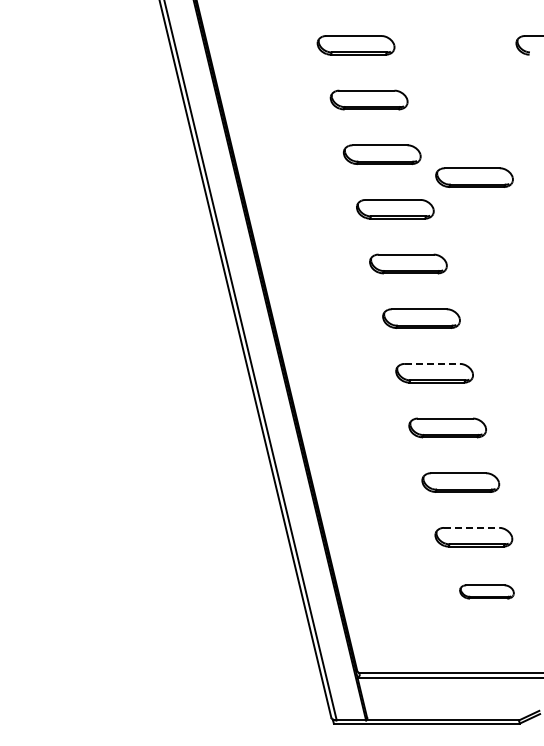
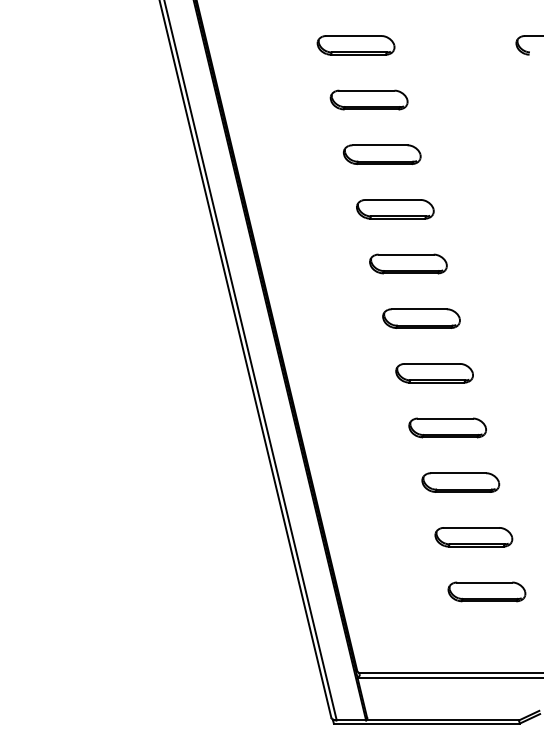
part at (474, 177): present -> none
line at (432, 363): dashed -> solid
line at (471, 527): dashed -> solid
part at (486, 591) size: 56x16 px -> 80x22 px
